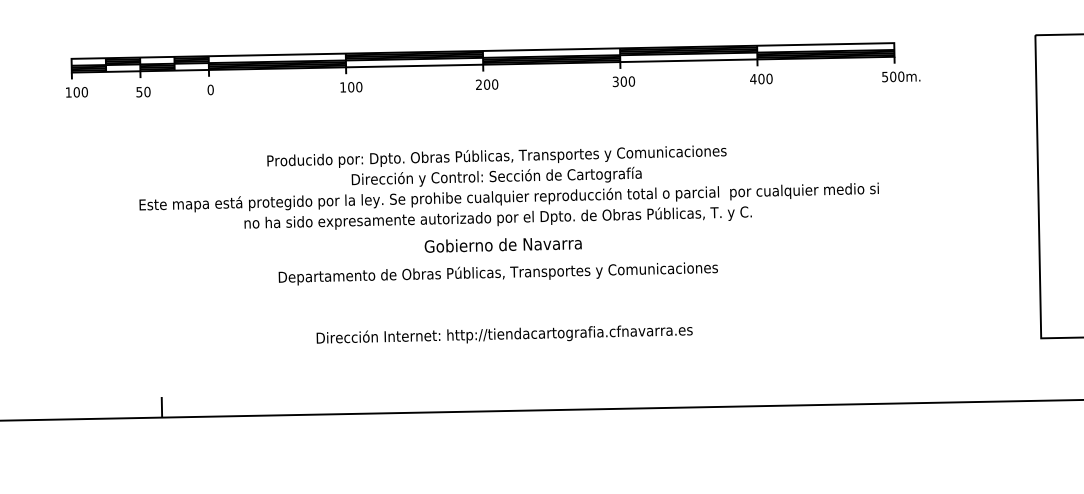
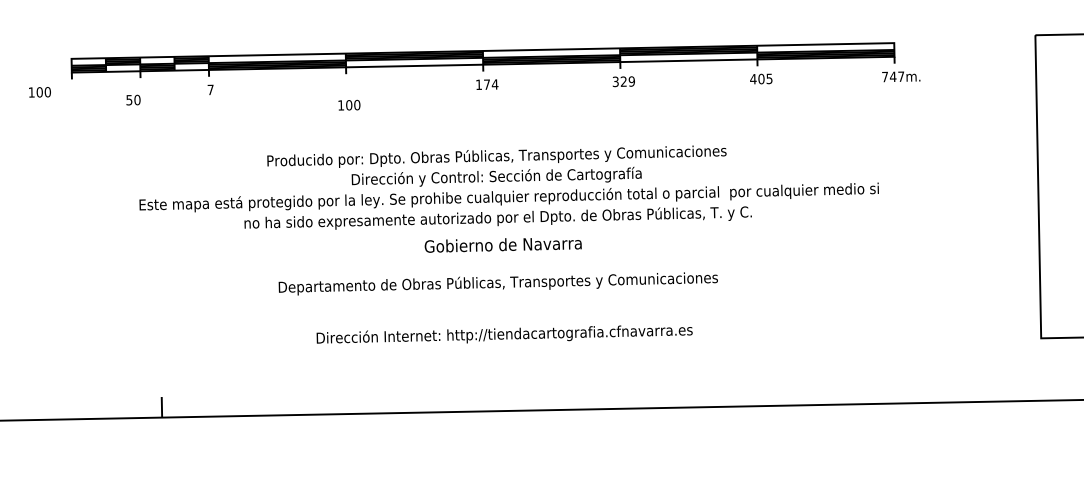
text at (893, 76): 500m. -> 747m.
text at (769, 78): 400 -> 405
text at (627, 81): 300 -> 329
text at (487, 84): 200 -> 174
text at (351, 86) position: (351, 86) -> (349, 104)
text at (210, 89): 0 -> 7
text at (143, 91) position: (143, 91) -> (133, 99)
text at (76, 92) position: (76, 92) -> (39, 92)
text at (497, 273) position: (497, 273) -> (497, 283)
